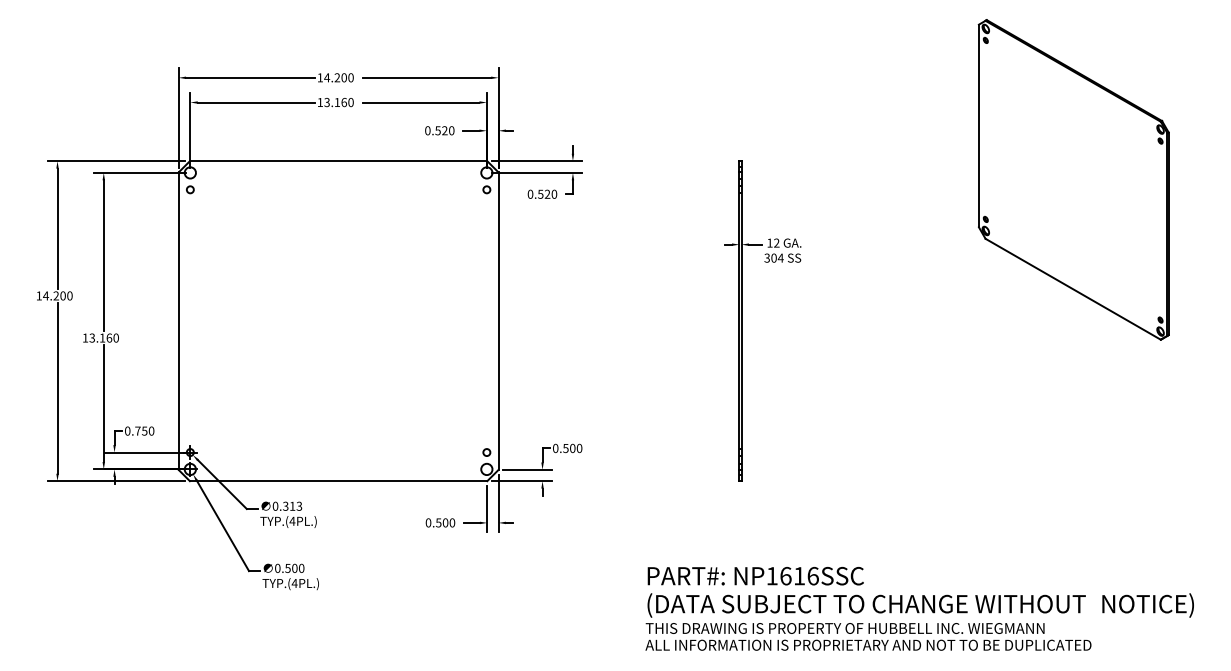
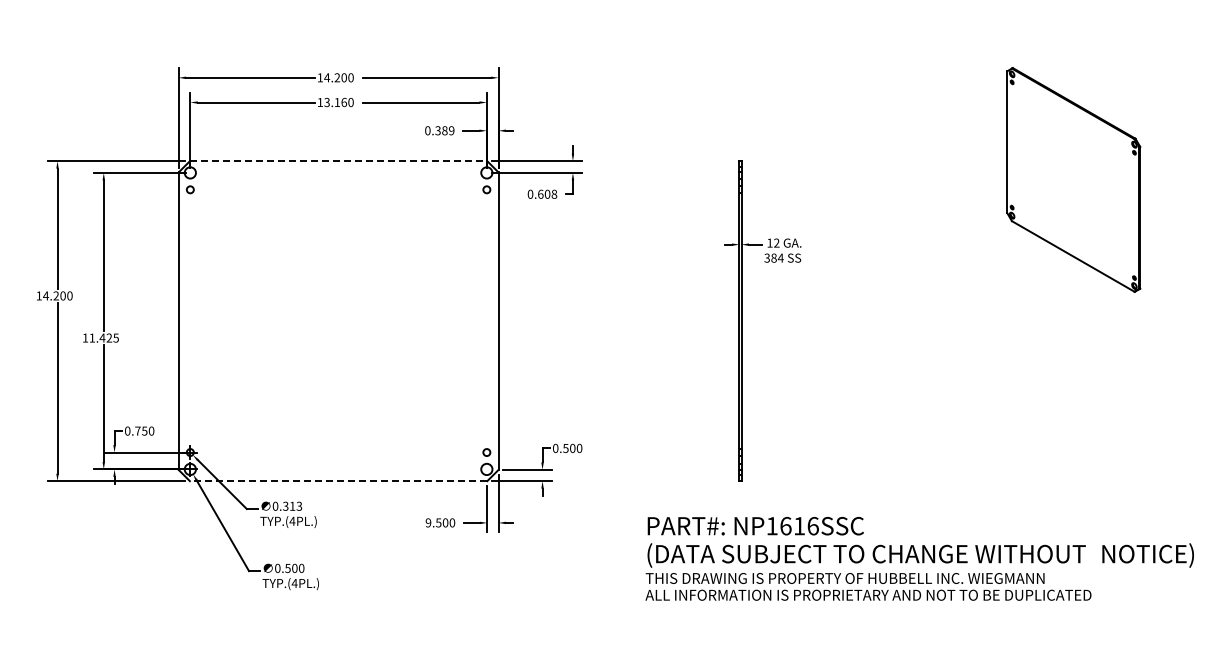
text at (444, 130): 0.520 -> 0.389
line at (338, 161): solid -> dashed
part at (1073, 179) size: 193x322 px -> 136x226 px
text at (547, 193): 0.520 -> 0.608
text at (773, 258): 304 -> 384
text at (103, 337): 13.160 -> 11.425
line at (338, 481): solid -> dashed
text at (428, 522): 0.500 -> 9.500
text at (919, 608) position: (919, 608) -> (919, 558)
